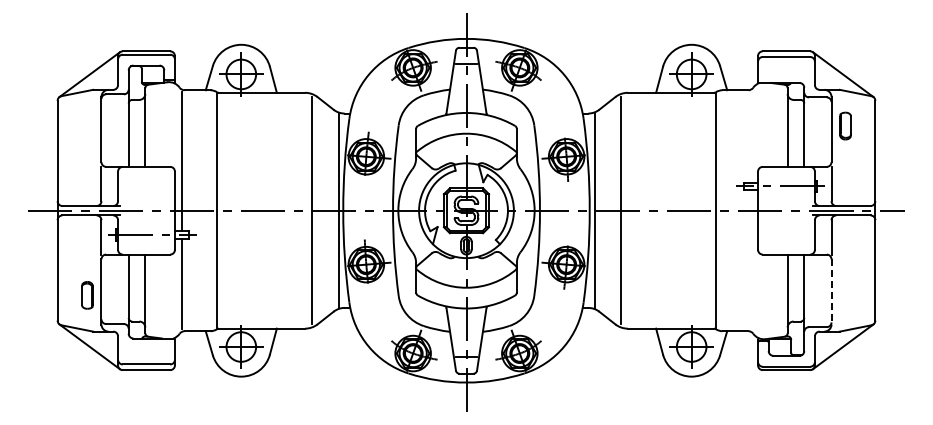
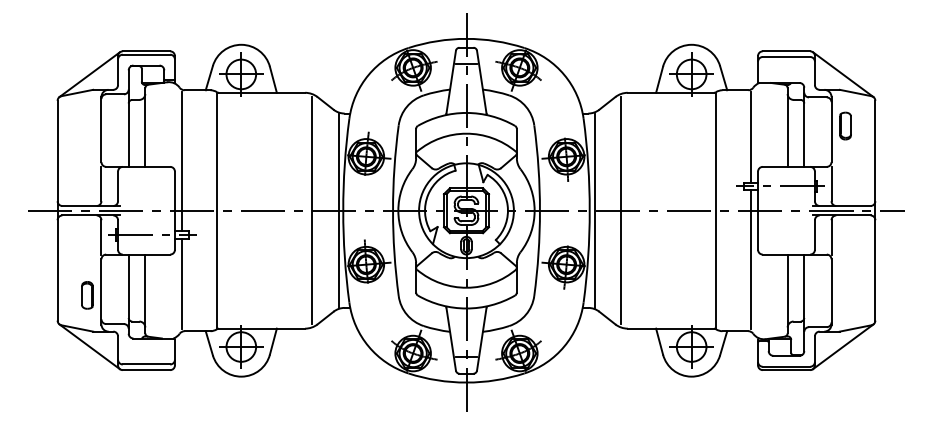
line at (750, 137): none -> present
line at (750, 259): none -> present
line at (831, 291): dashed -> solid
